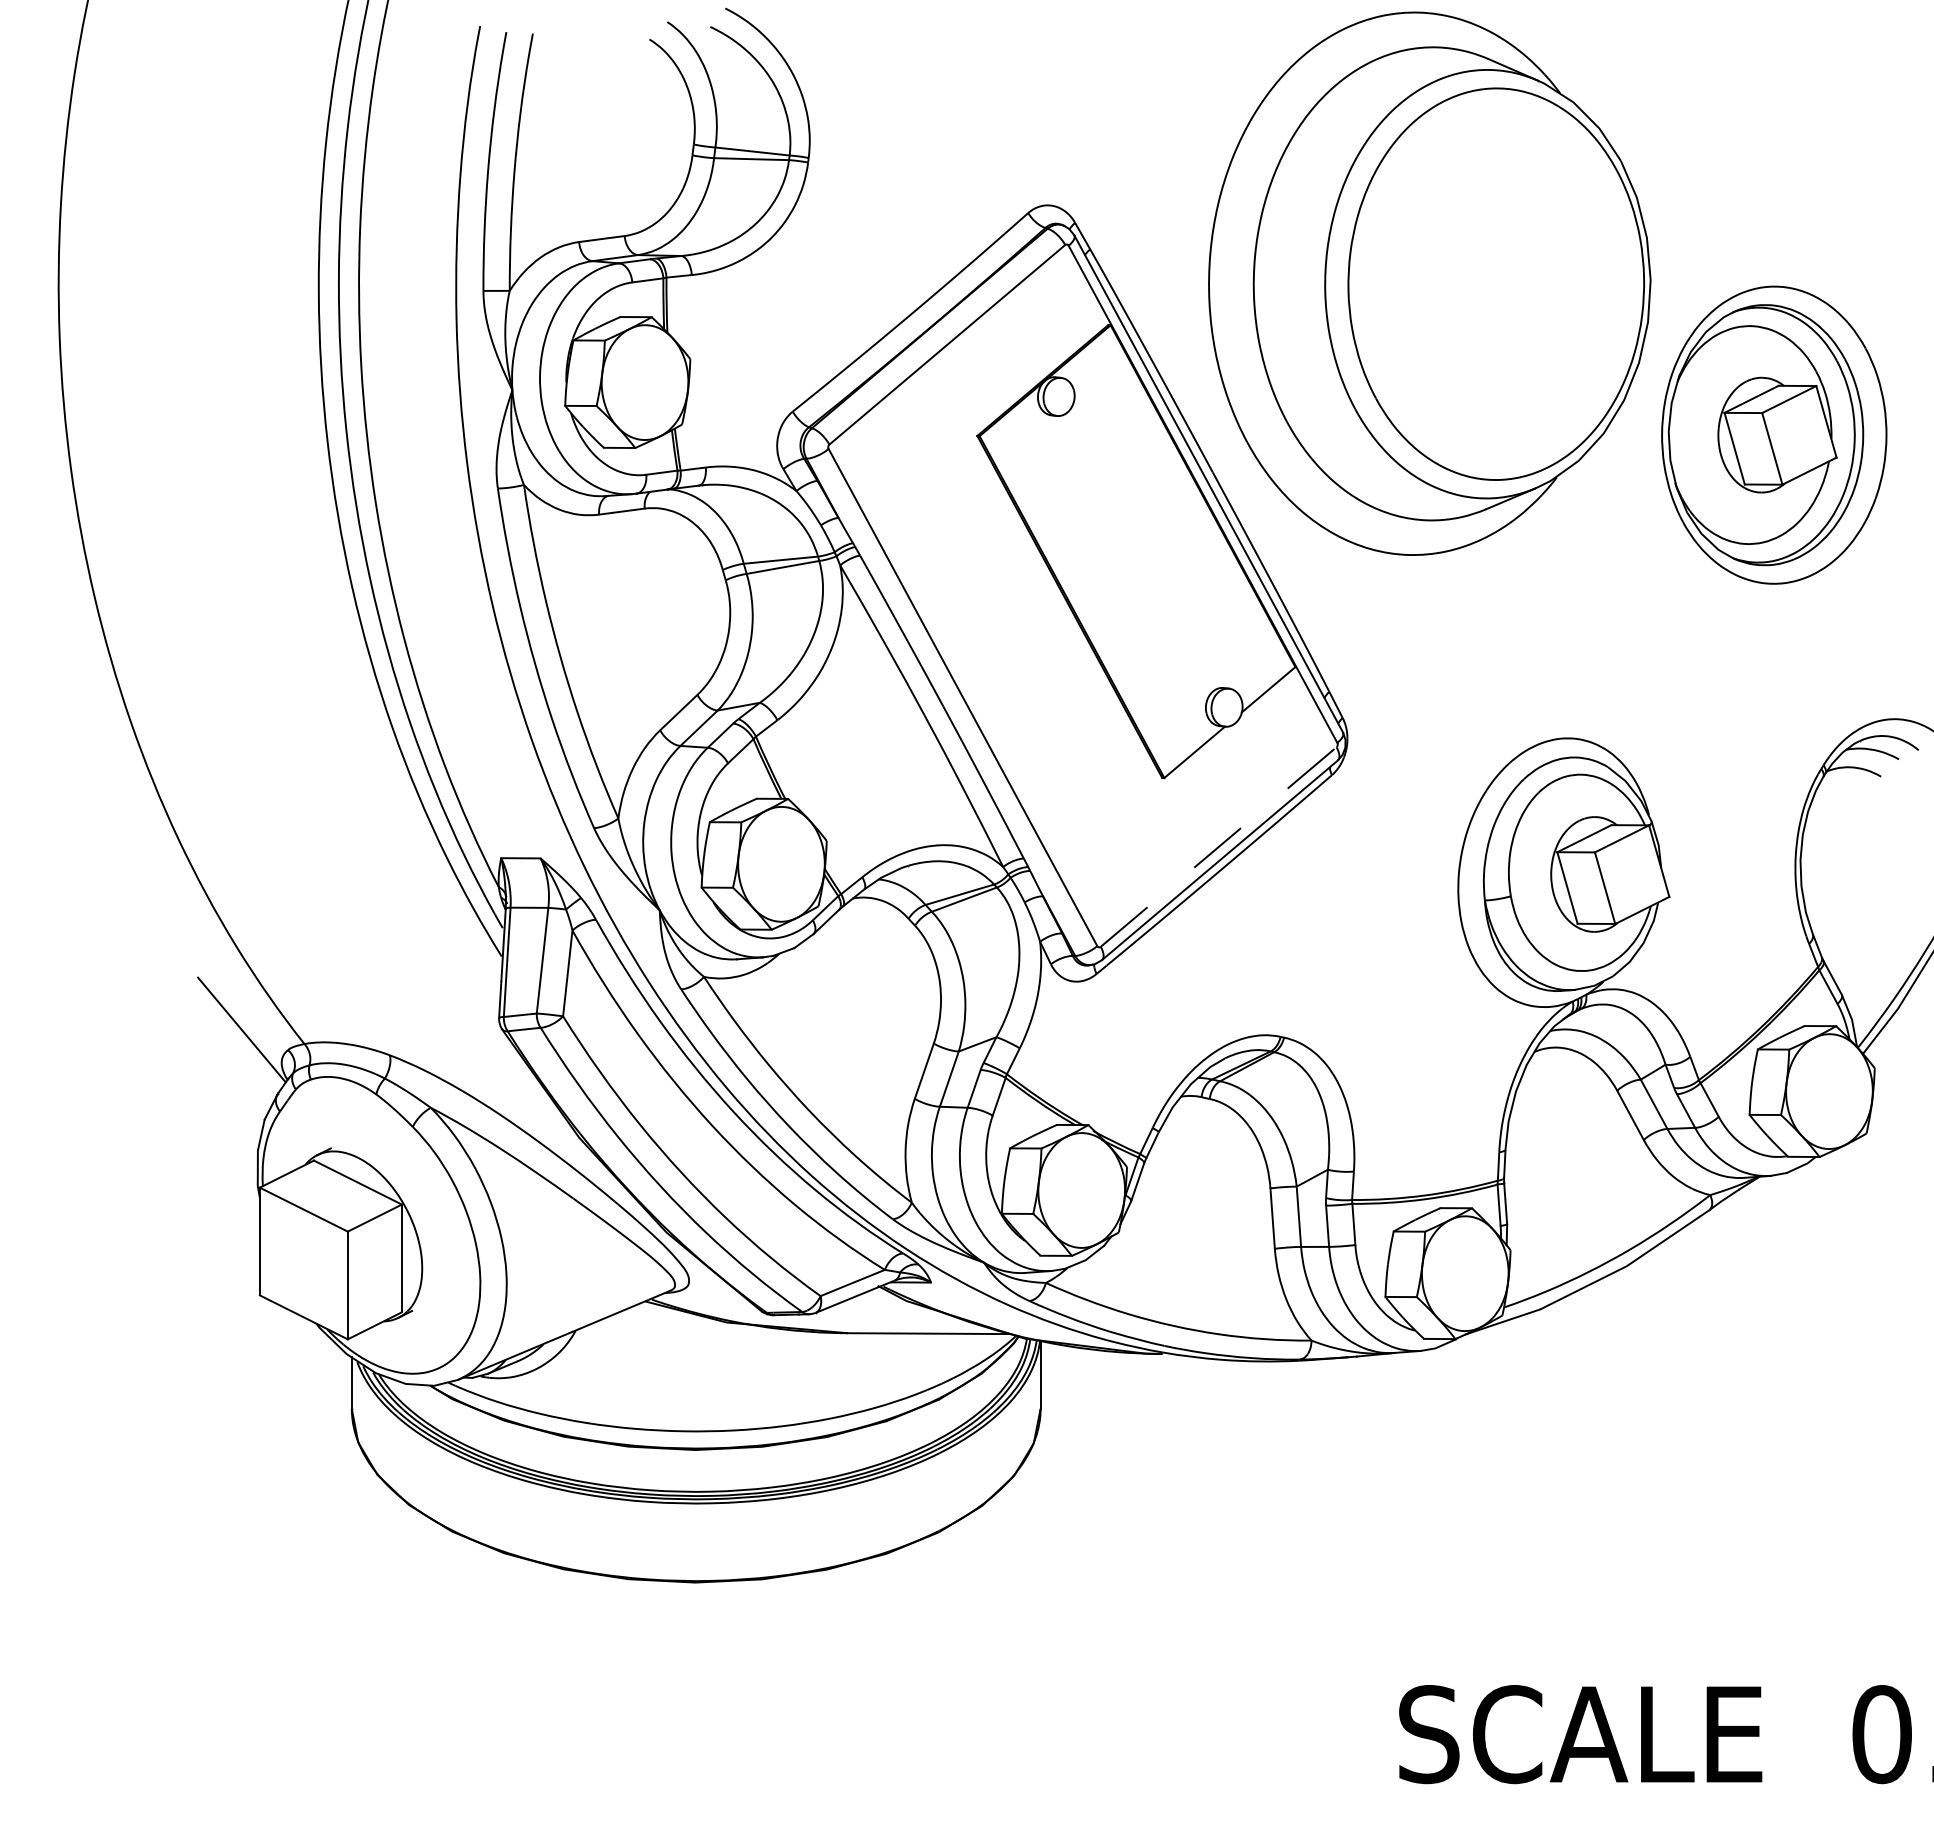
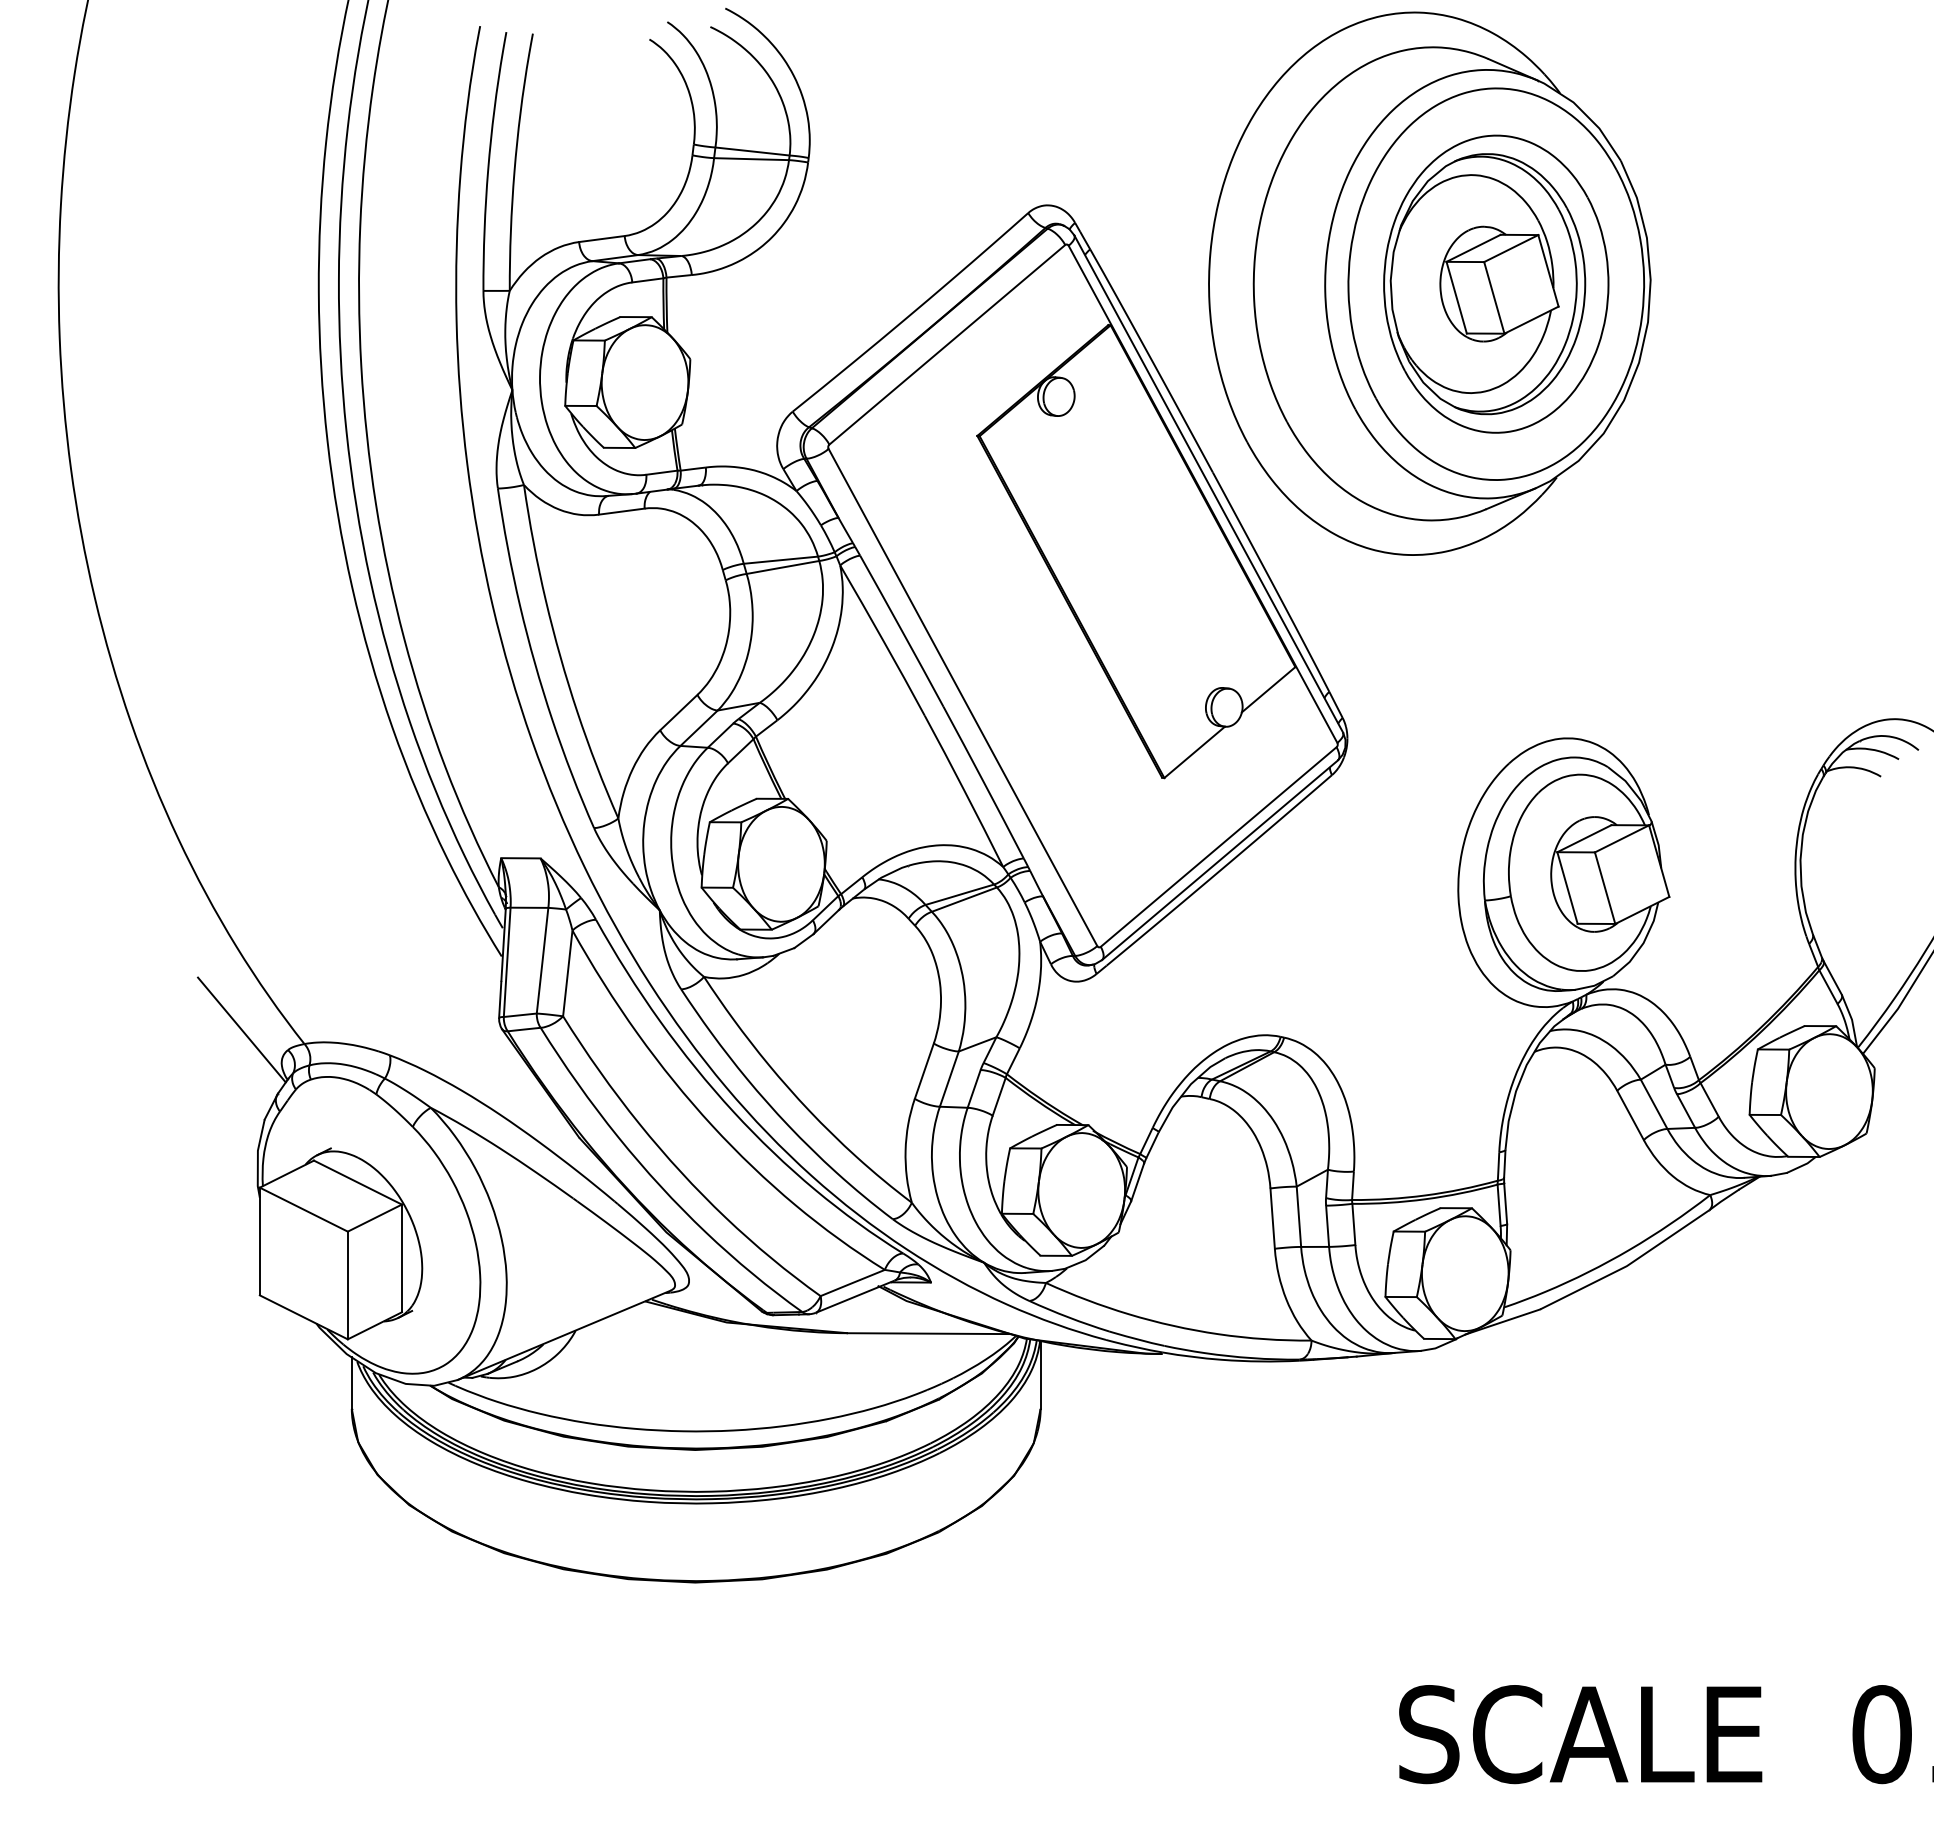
part at (1774, 434) position: (1774, 434) -> (1496, 283)
line at (1219, 846): dashed -> solid
